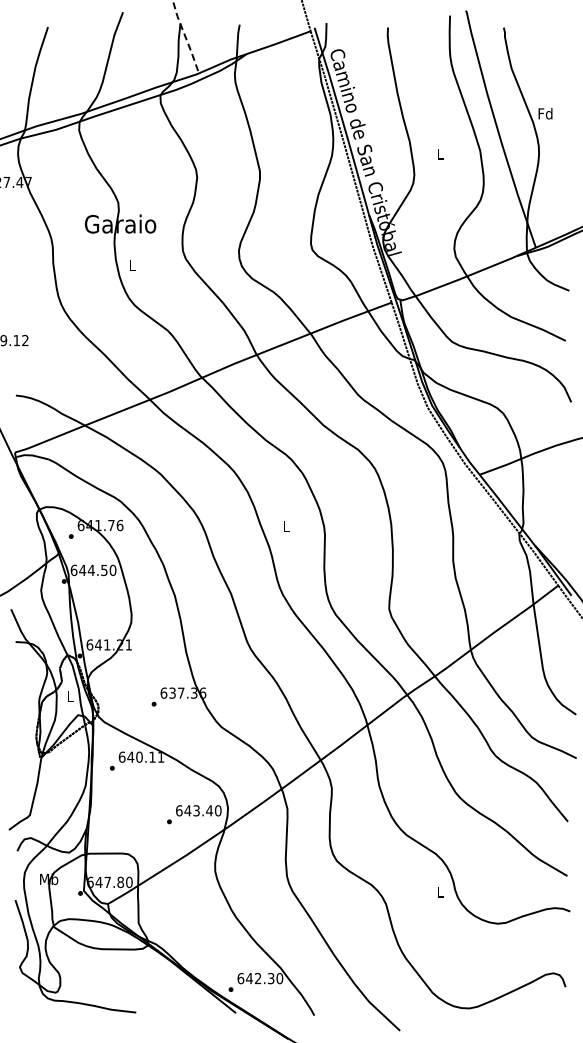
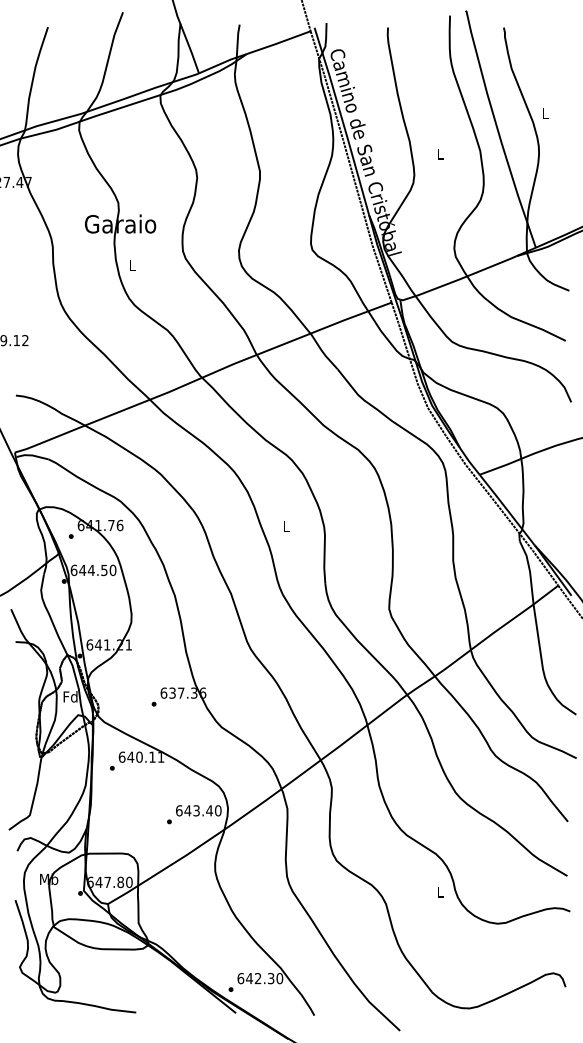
line at (185, 37): dashed -> solid
text at (545, 113): Fd -> L
text at (70, 696): L -> Fd
